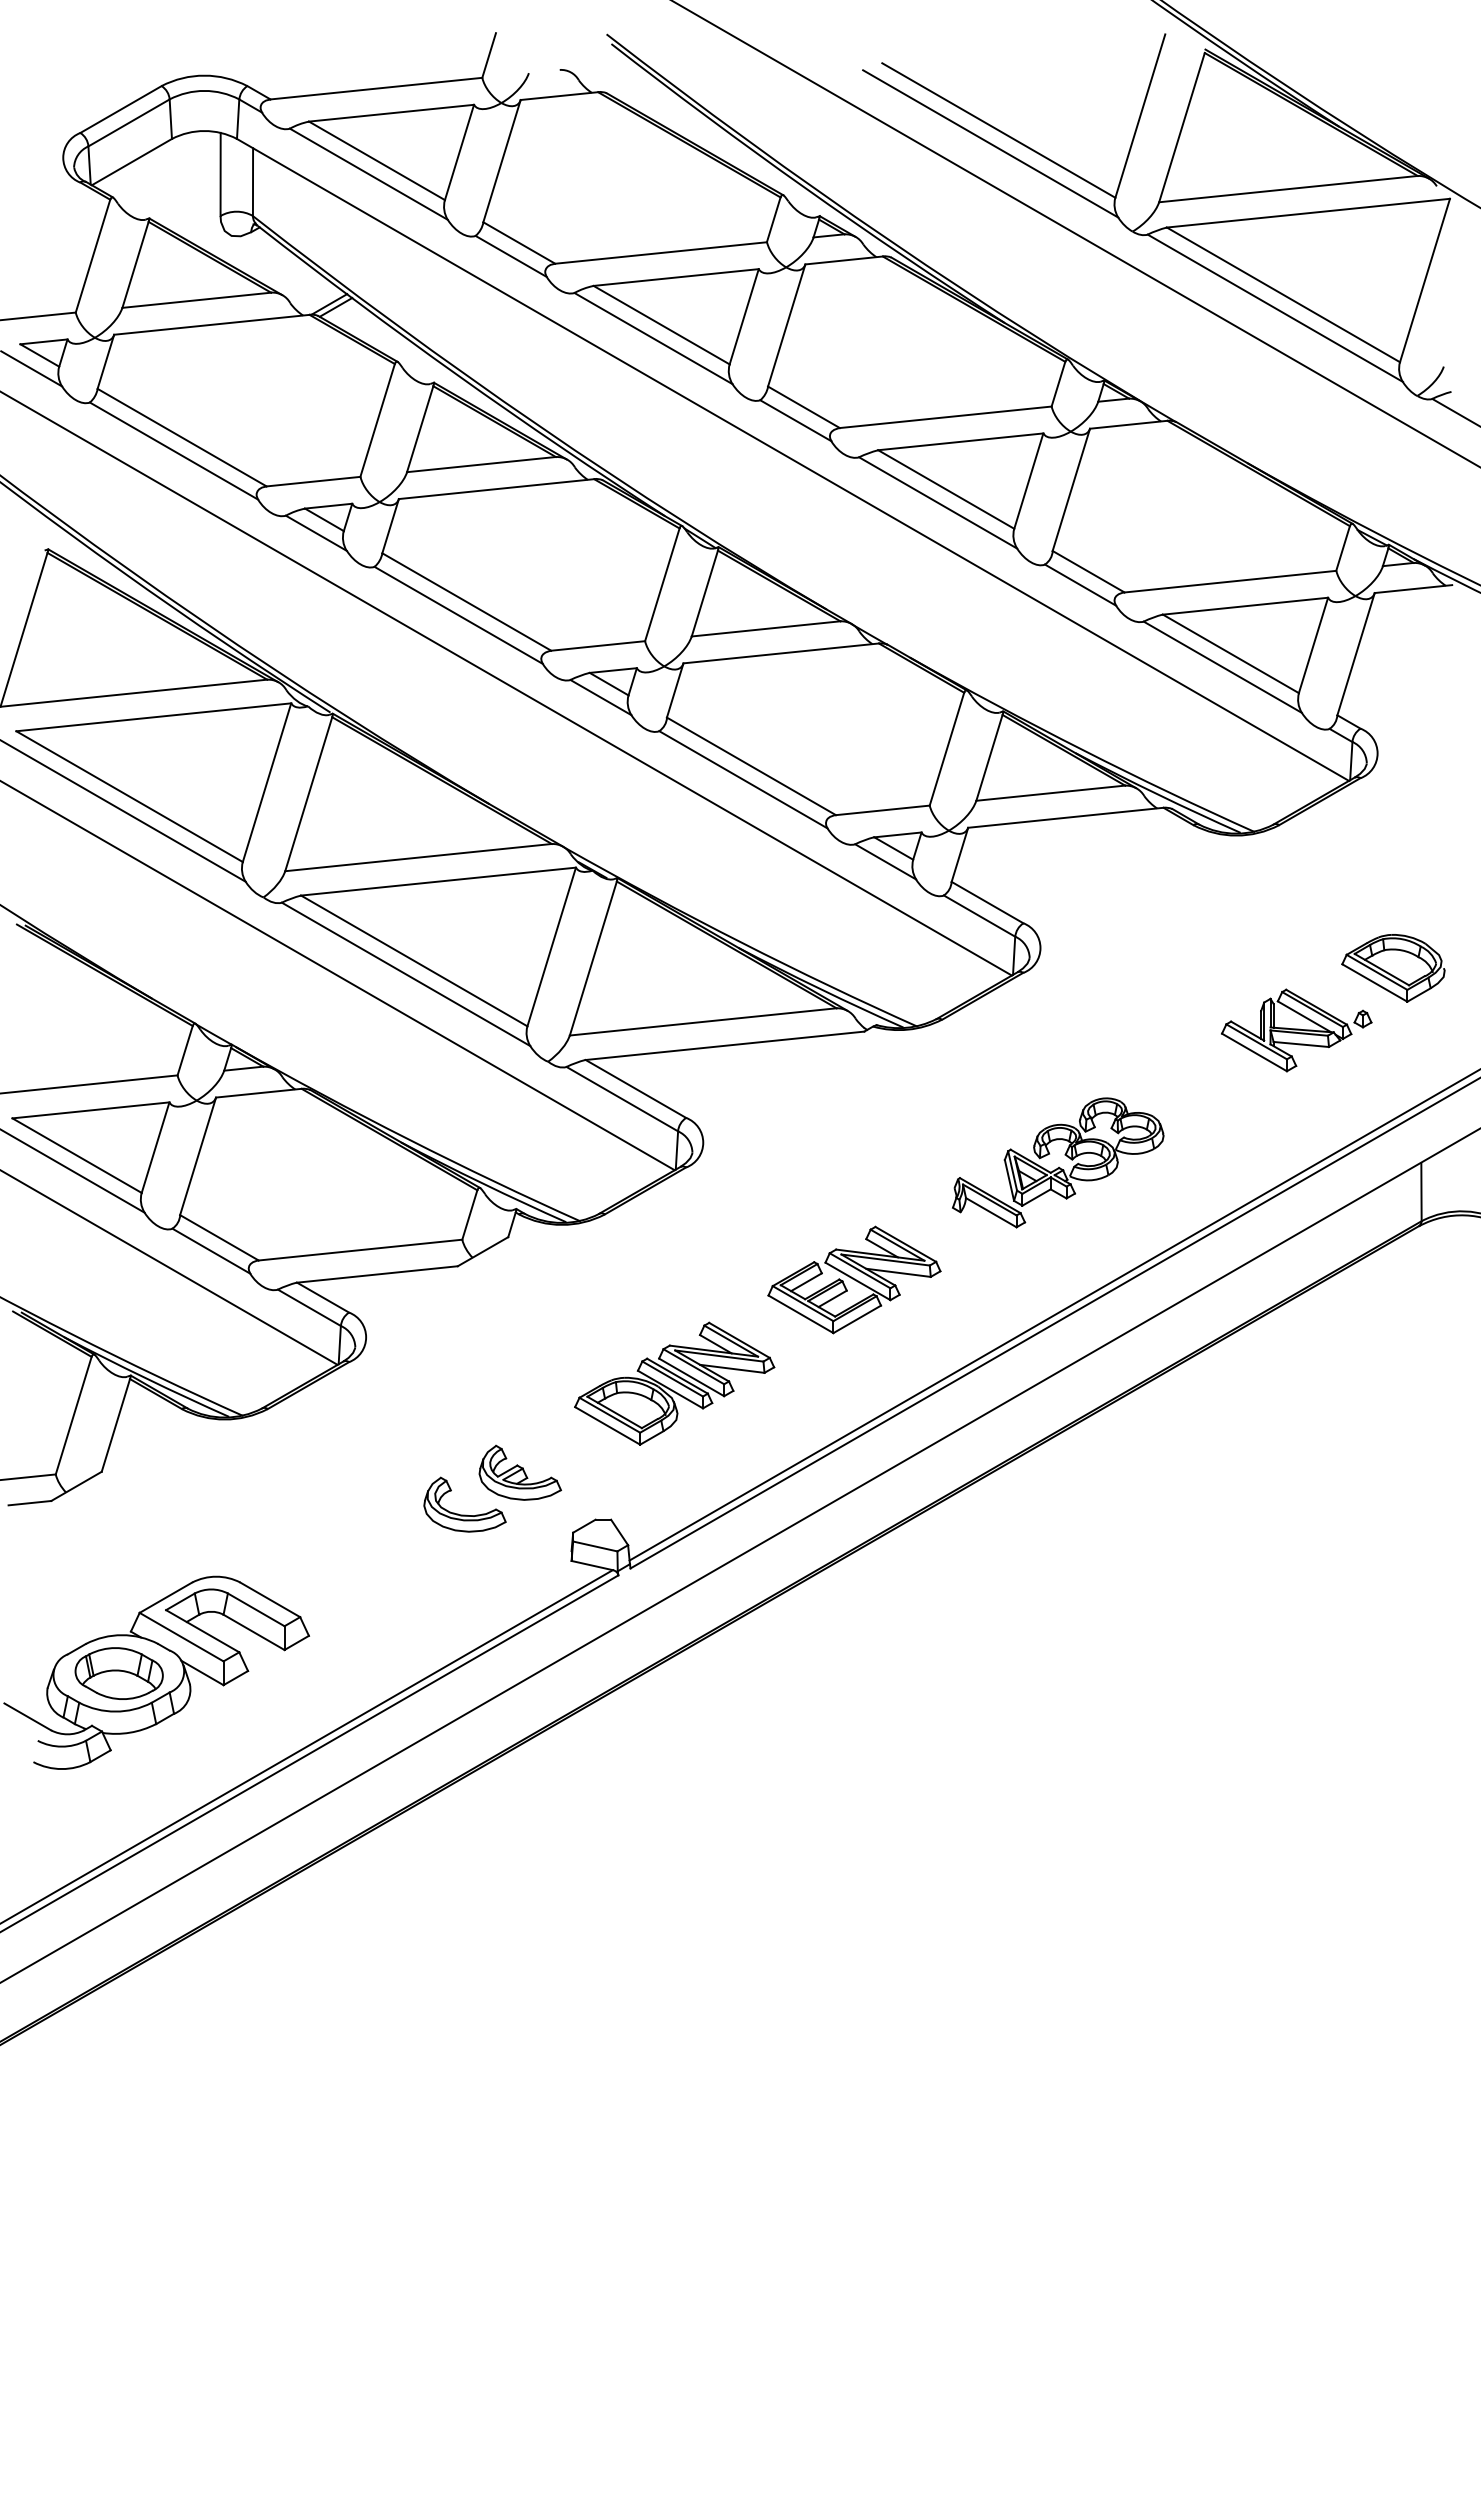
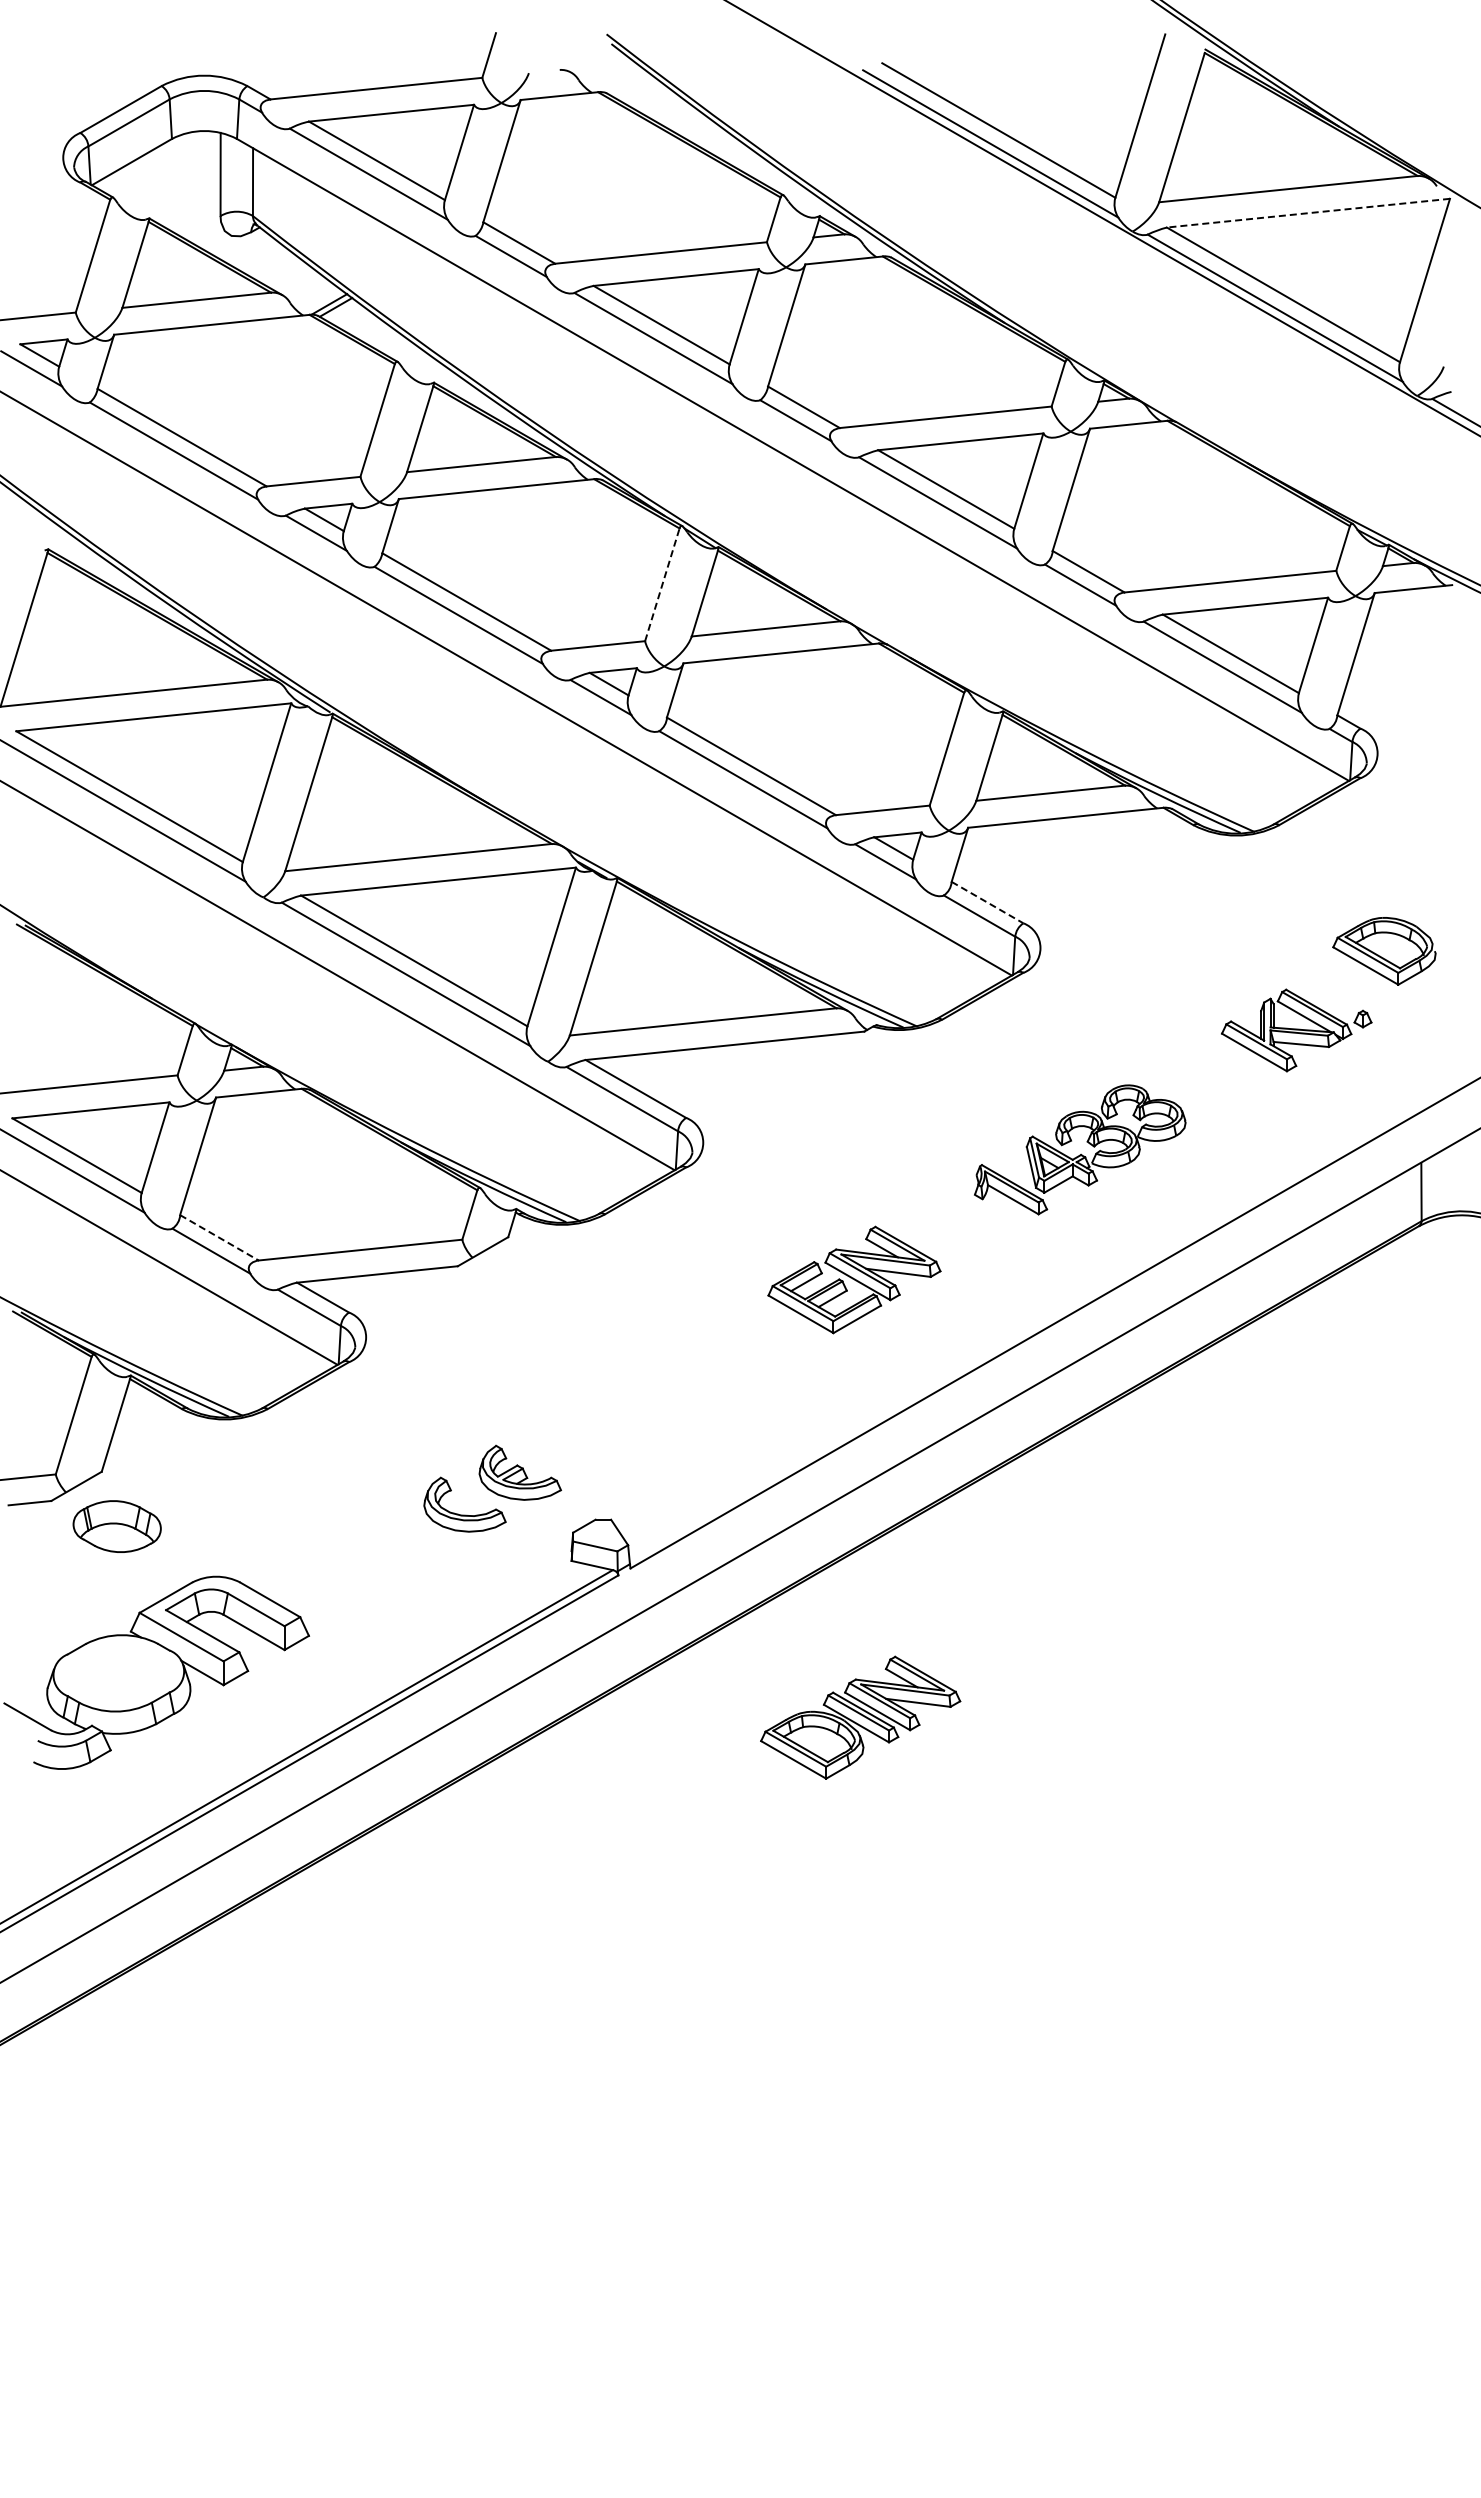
line at (1307, 213): solid -> dashed
line at (1075, 233) position: (1075, 233) -> (1102, 218)
line at (662, 584): solid -> dashed
line at (987, 902): solid -> dashed
part at (1393, 968) position: (1393, 968) -> (1384, 951)
part at (1058, 1162) position: (1058, 1162) -> (1080, 1149)
line at (219, 1238): solid -> dashed
line at (1053, 1315): present -> none
part at (674, 1383) position: (674, 1383) -> (860, 1717)
part at (118, 1673) position: (118, 1673) -> (116, 1526)
